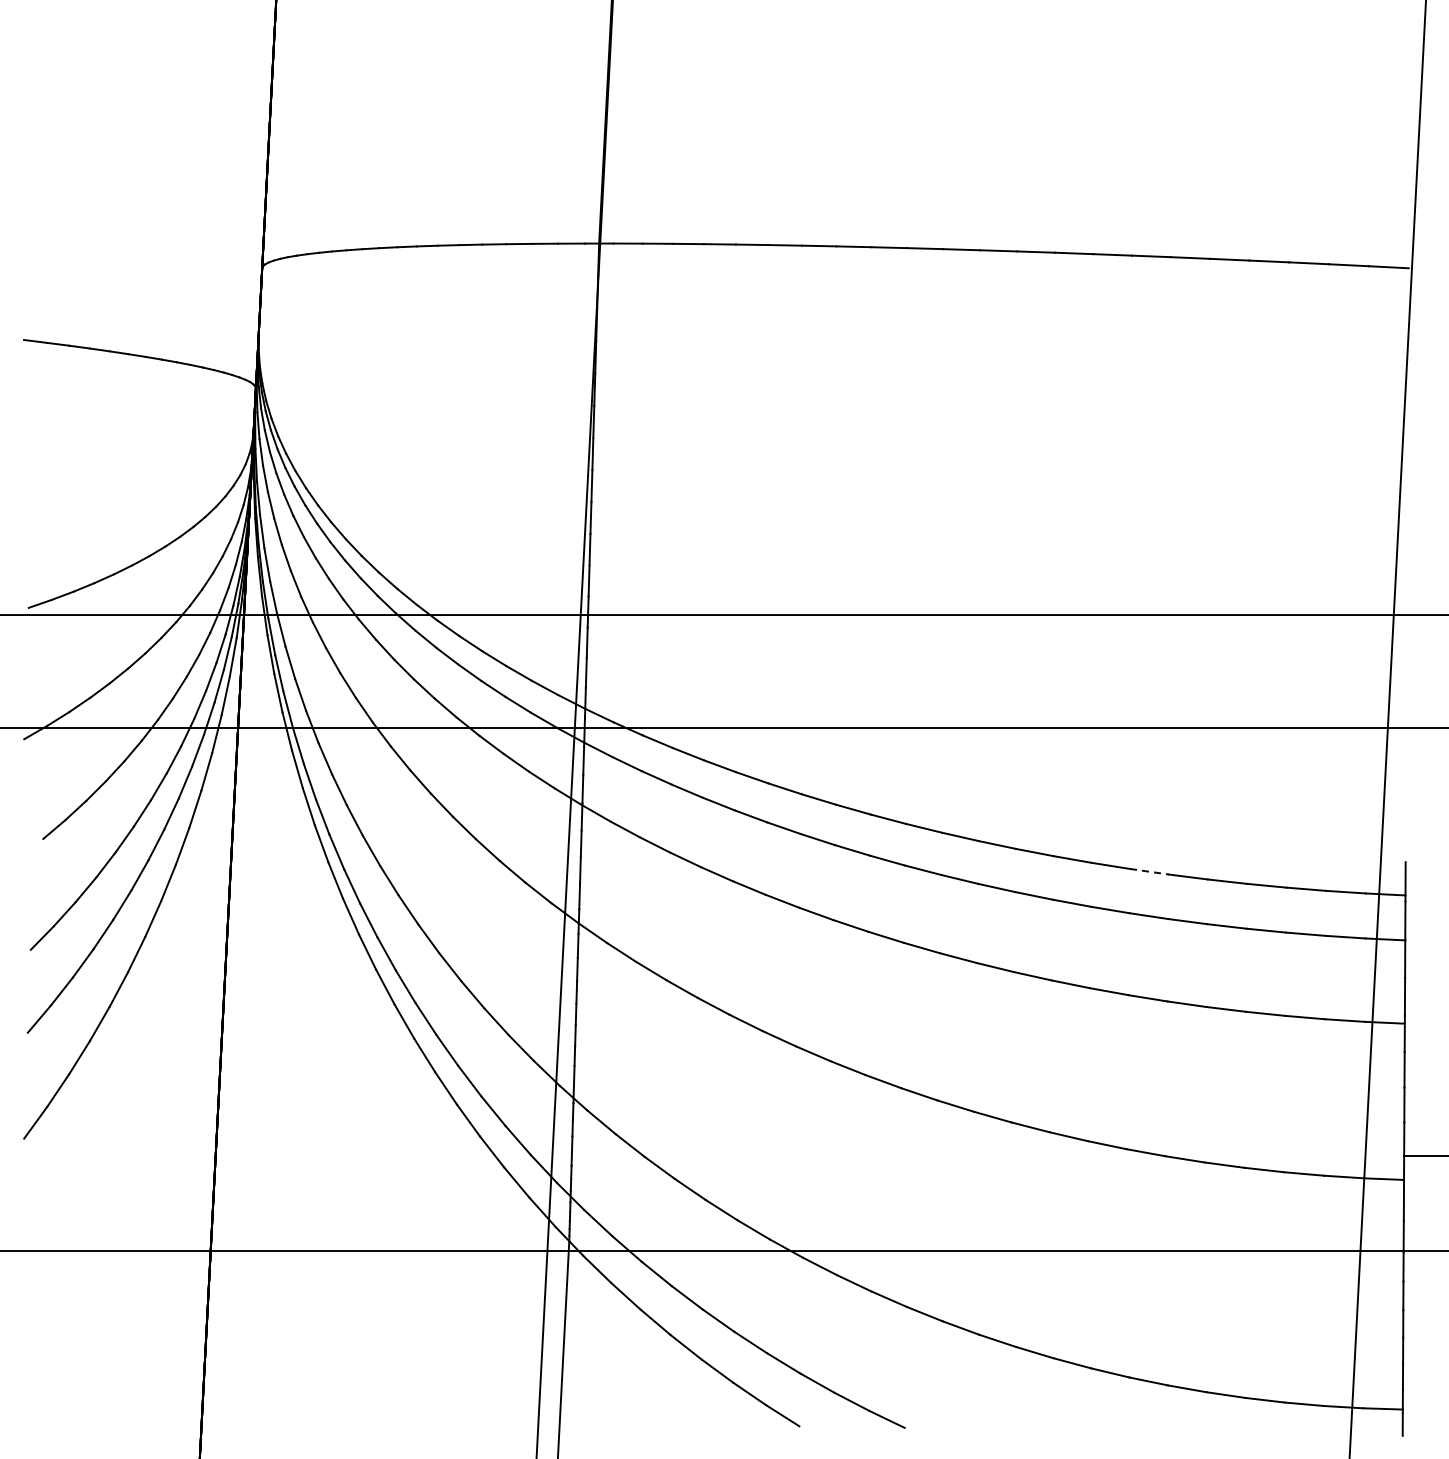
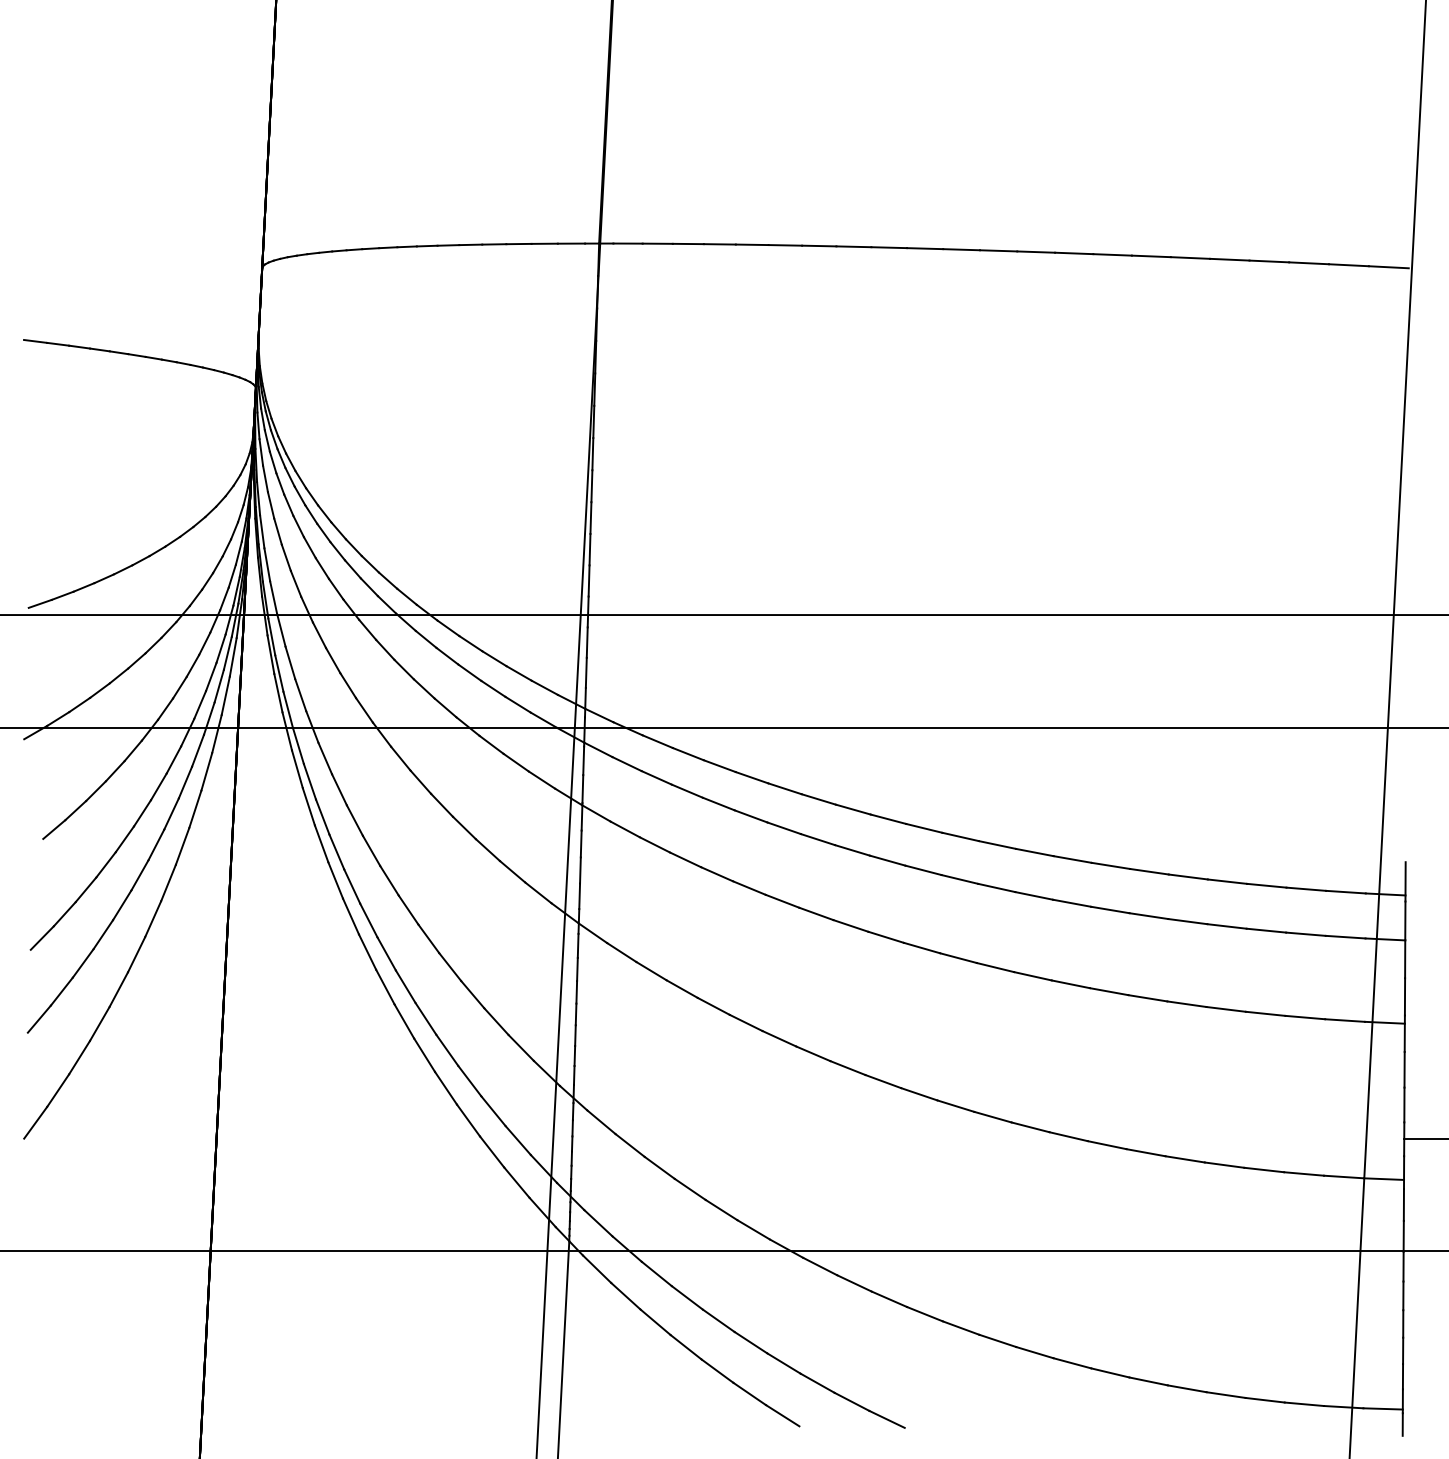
line at (1149, 871): dashed -> solid
line at (1424, 1156) position: (1424, 1156) -> (1424, 1139)
